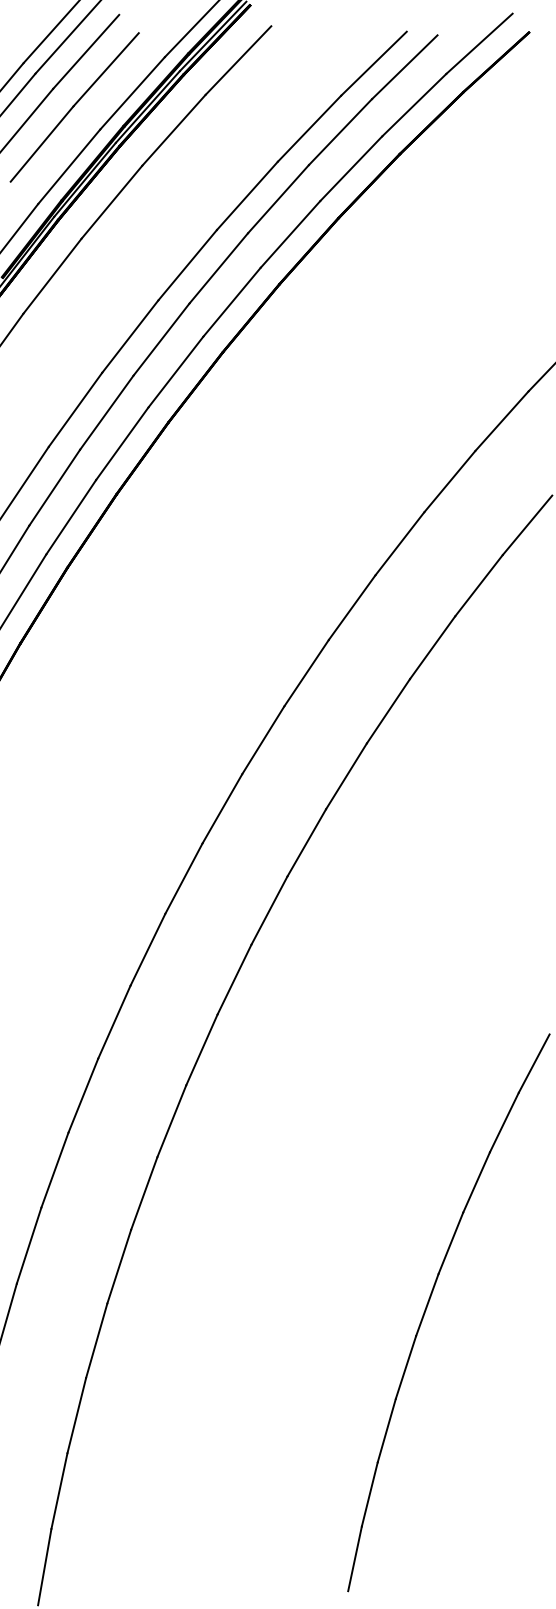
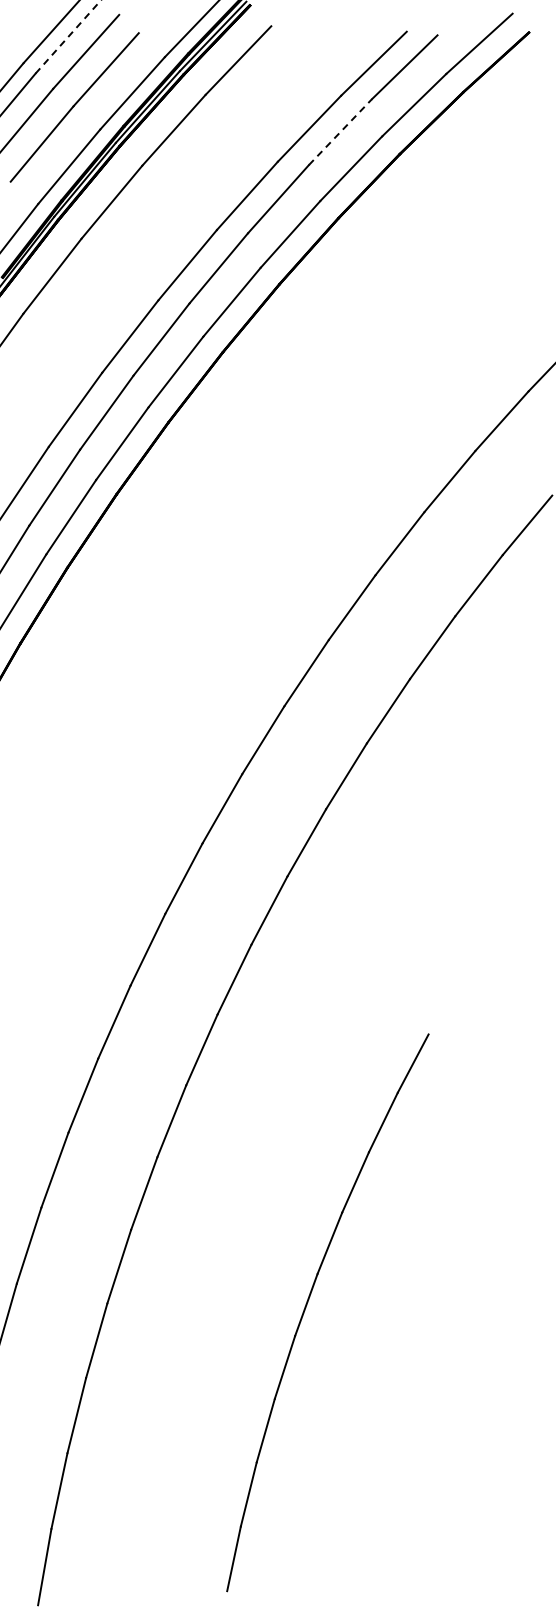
line at (68, 37): solid -> dashed
line at (340, 132): solid -> dashed
part at (428, 1305) position: (428, 1305) -> (307, 1305)
